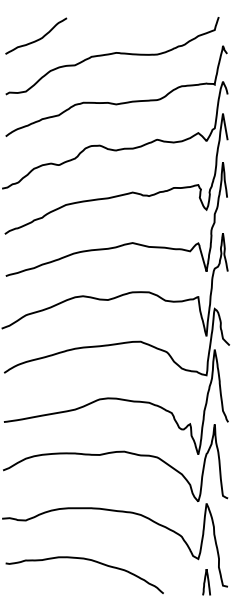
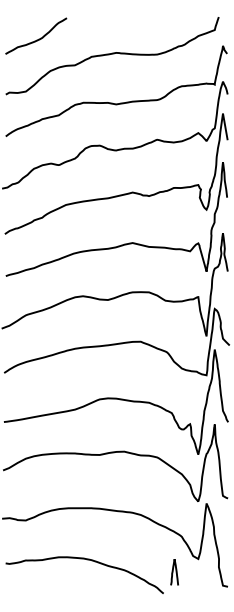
curve at (205, 582) position: (205, 582) -> (173, 572)
